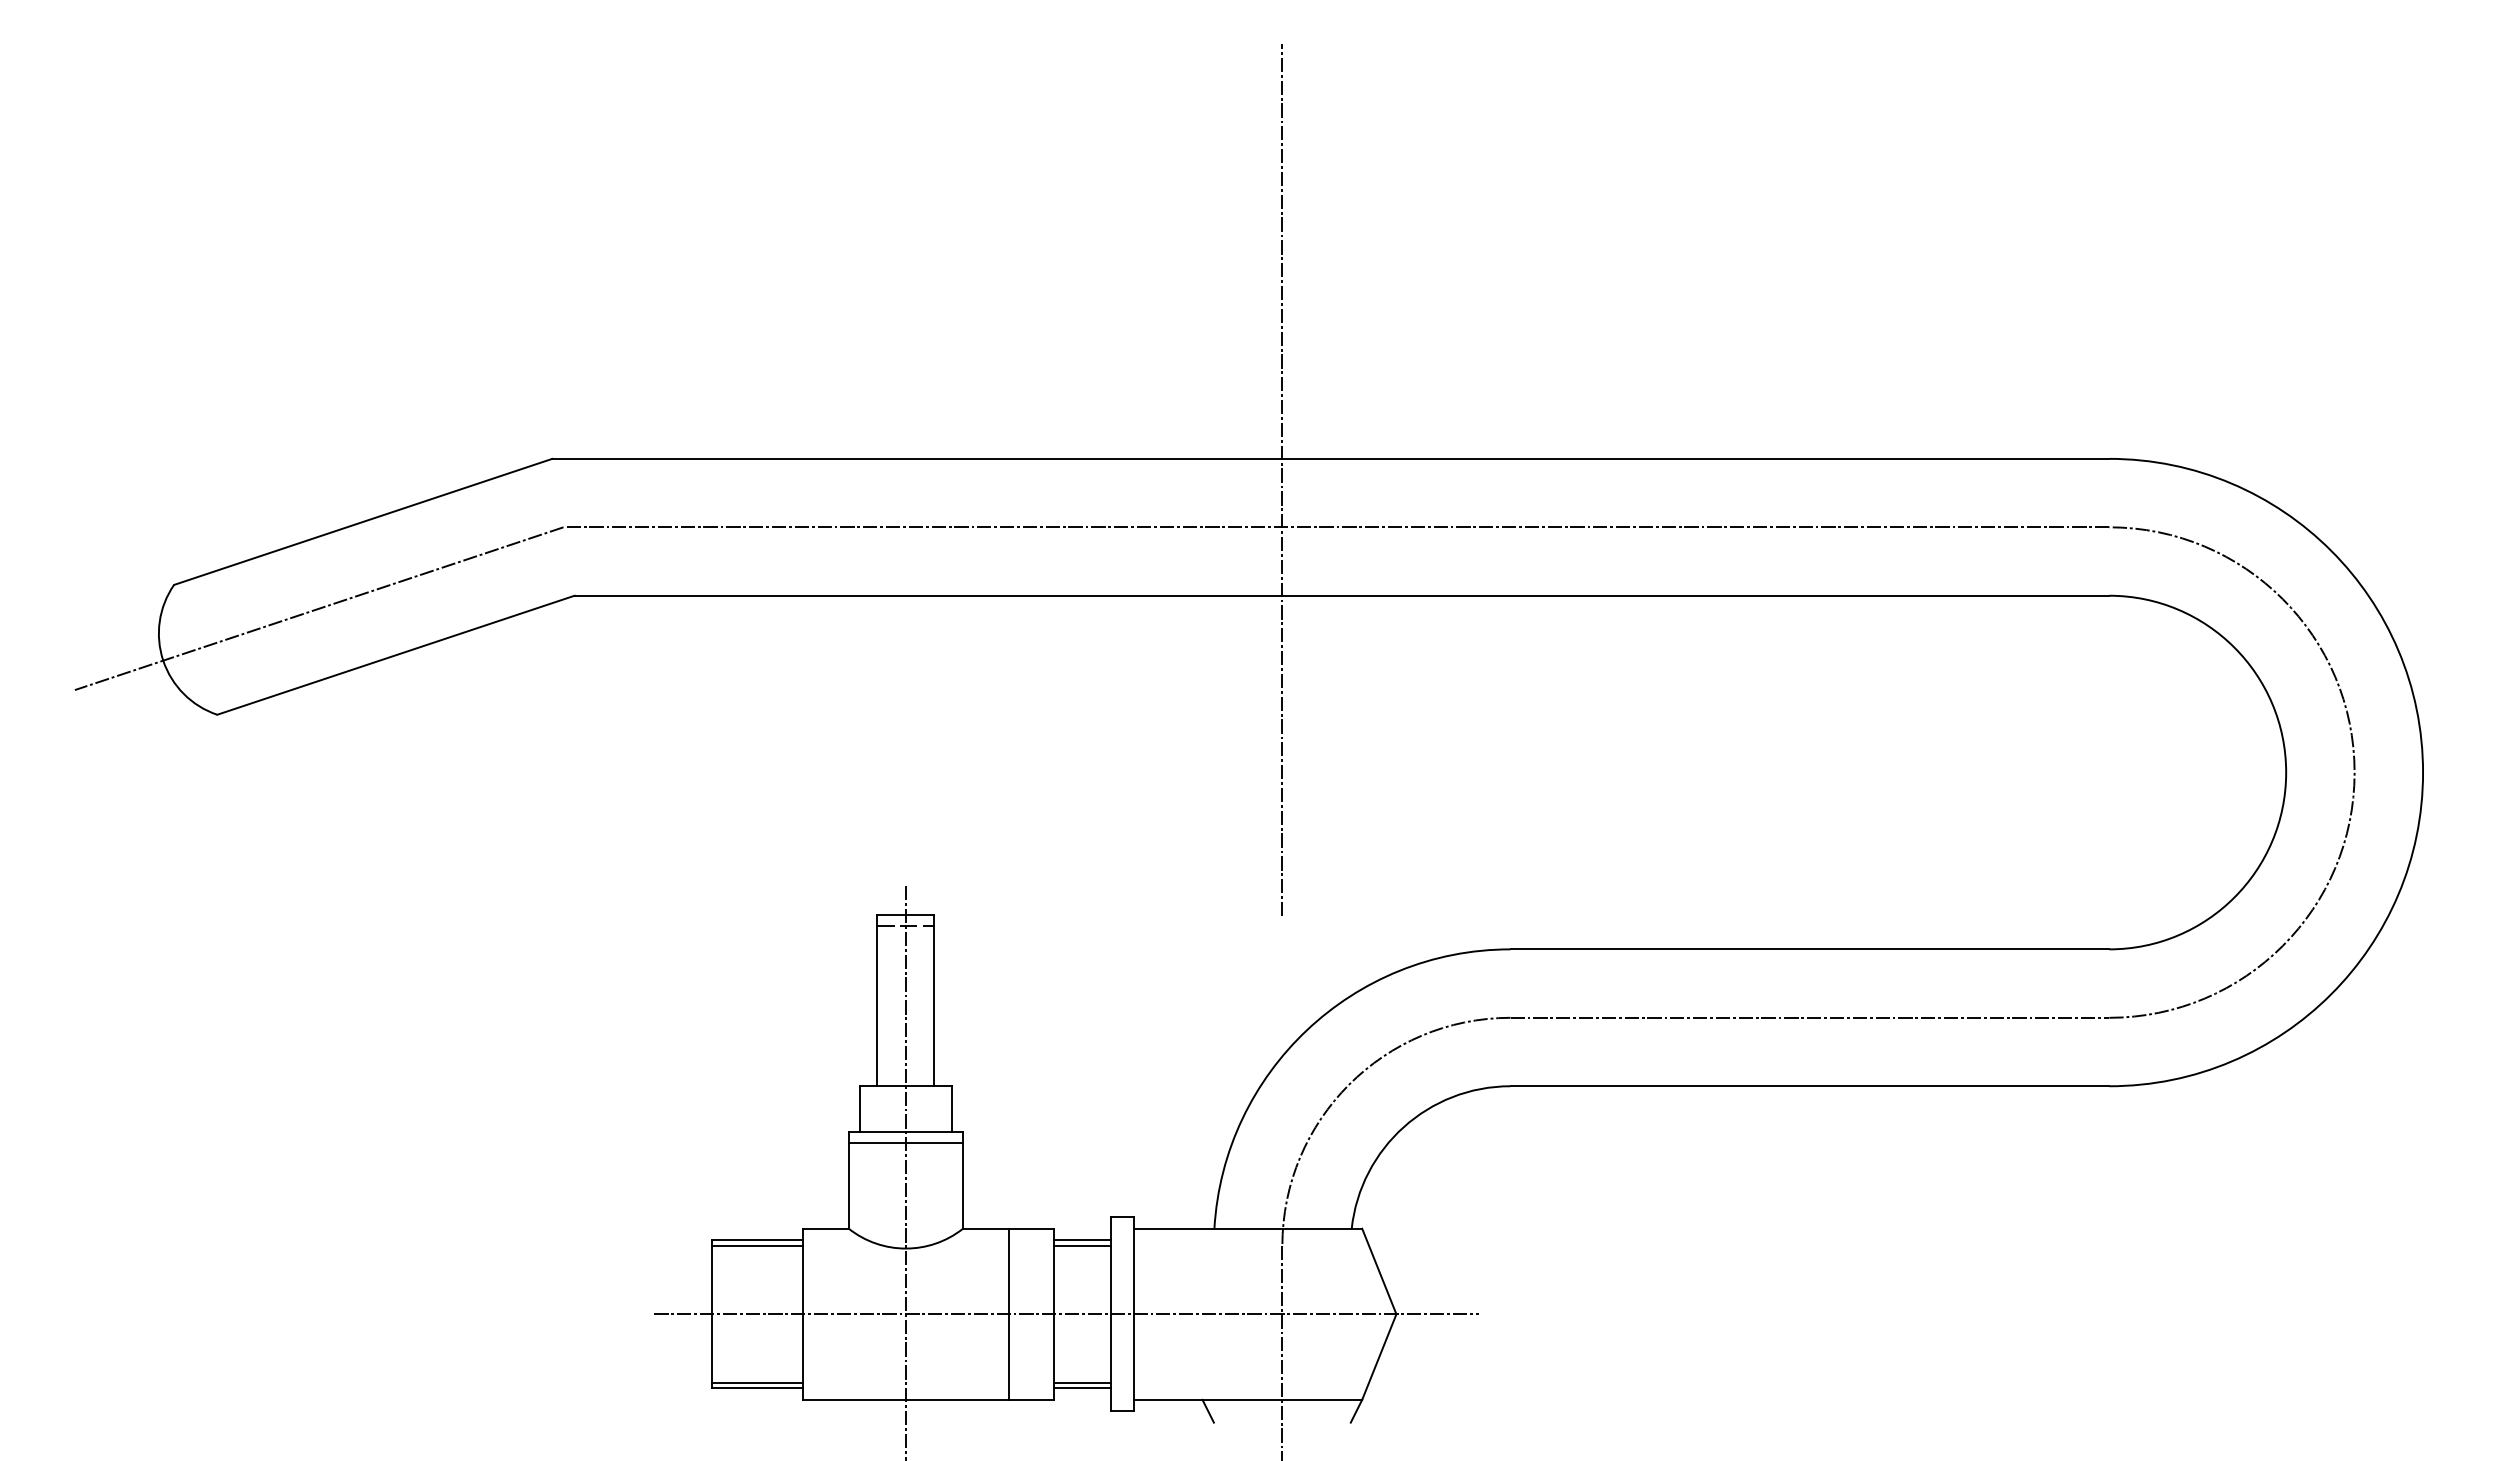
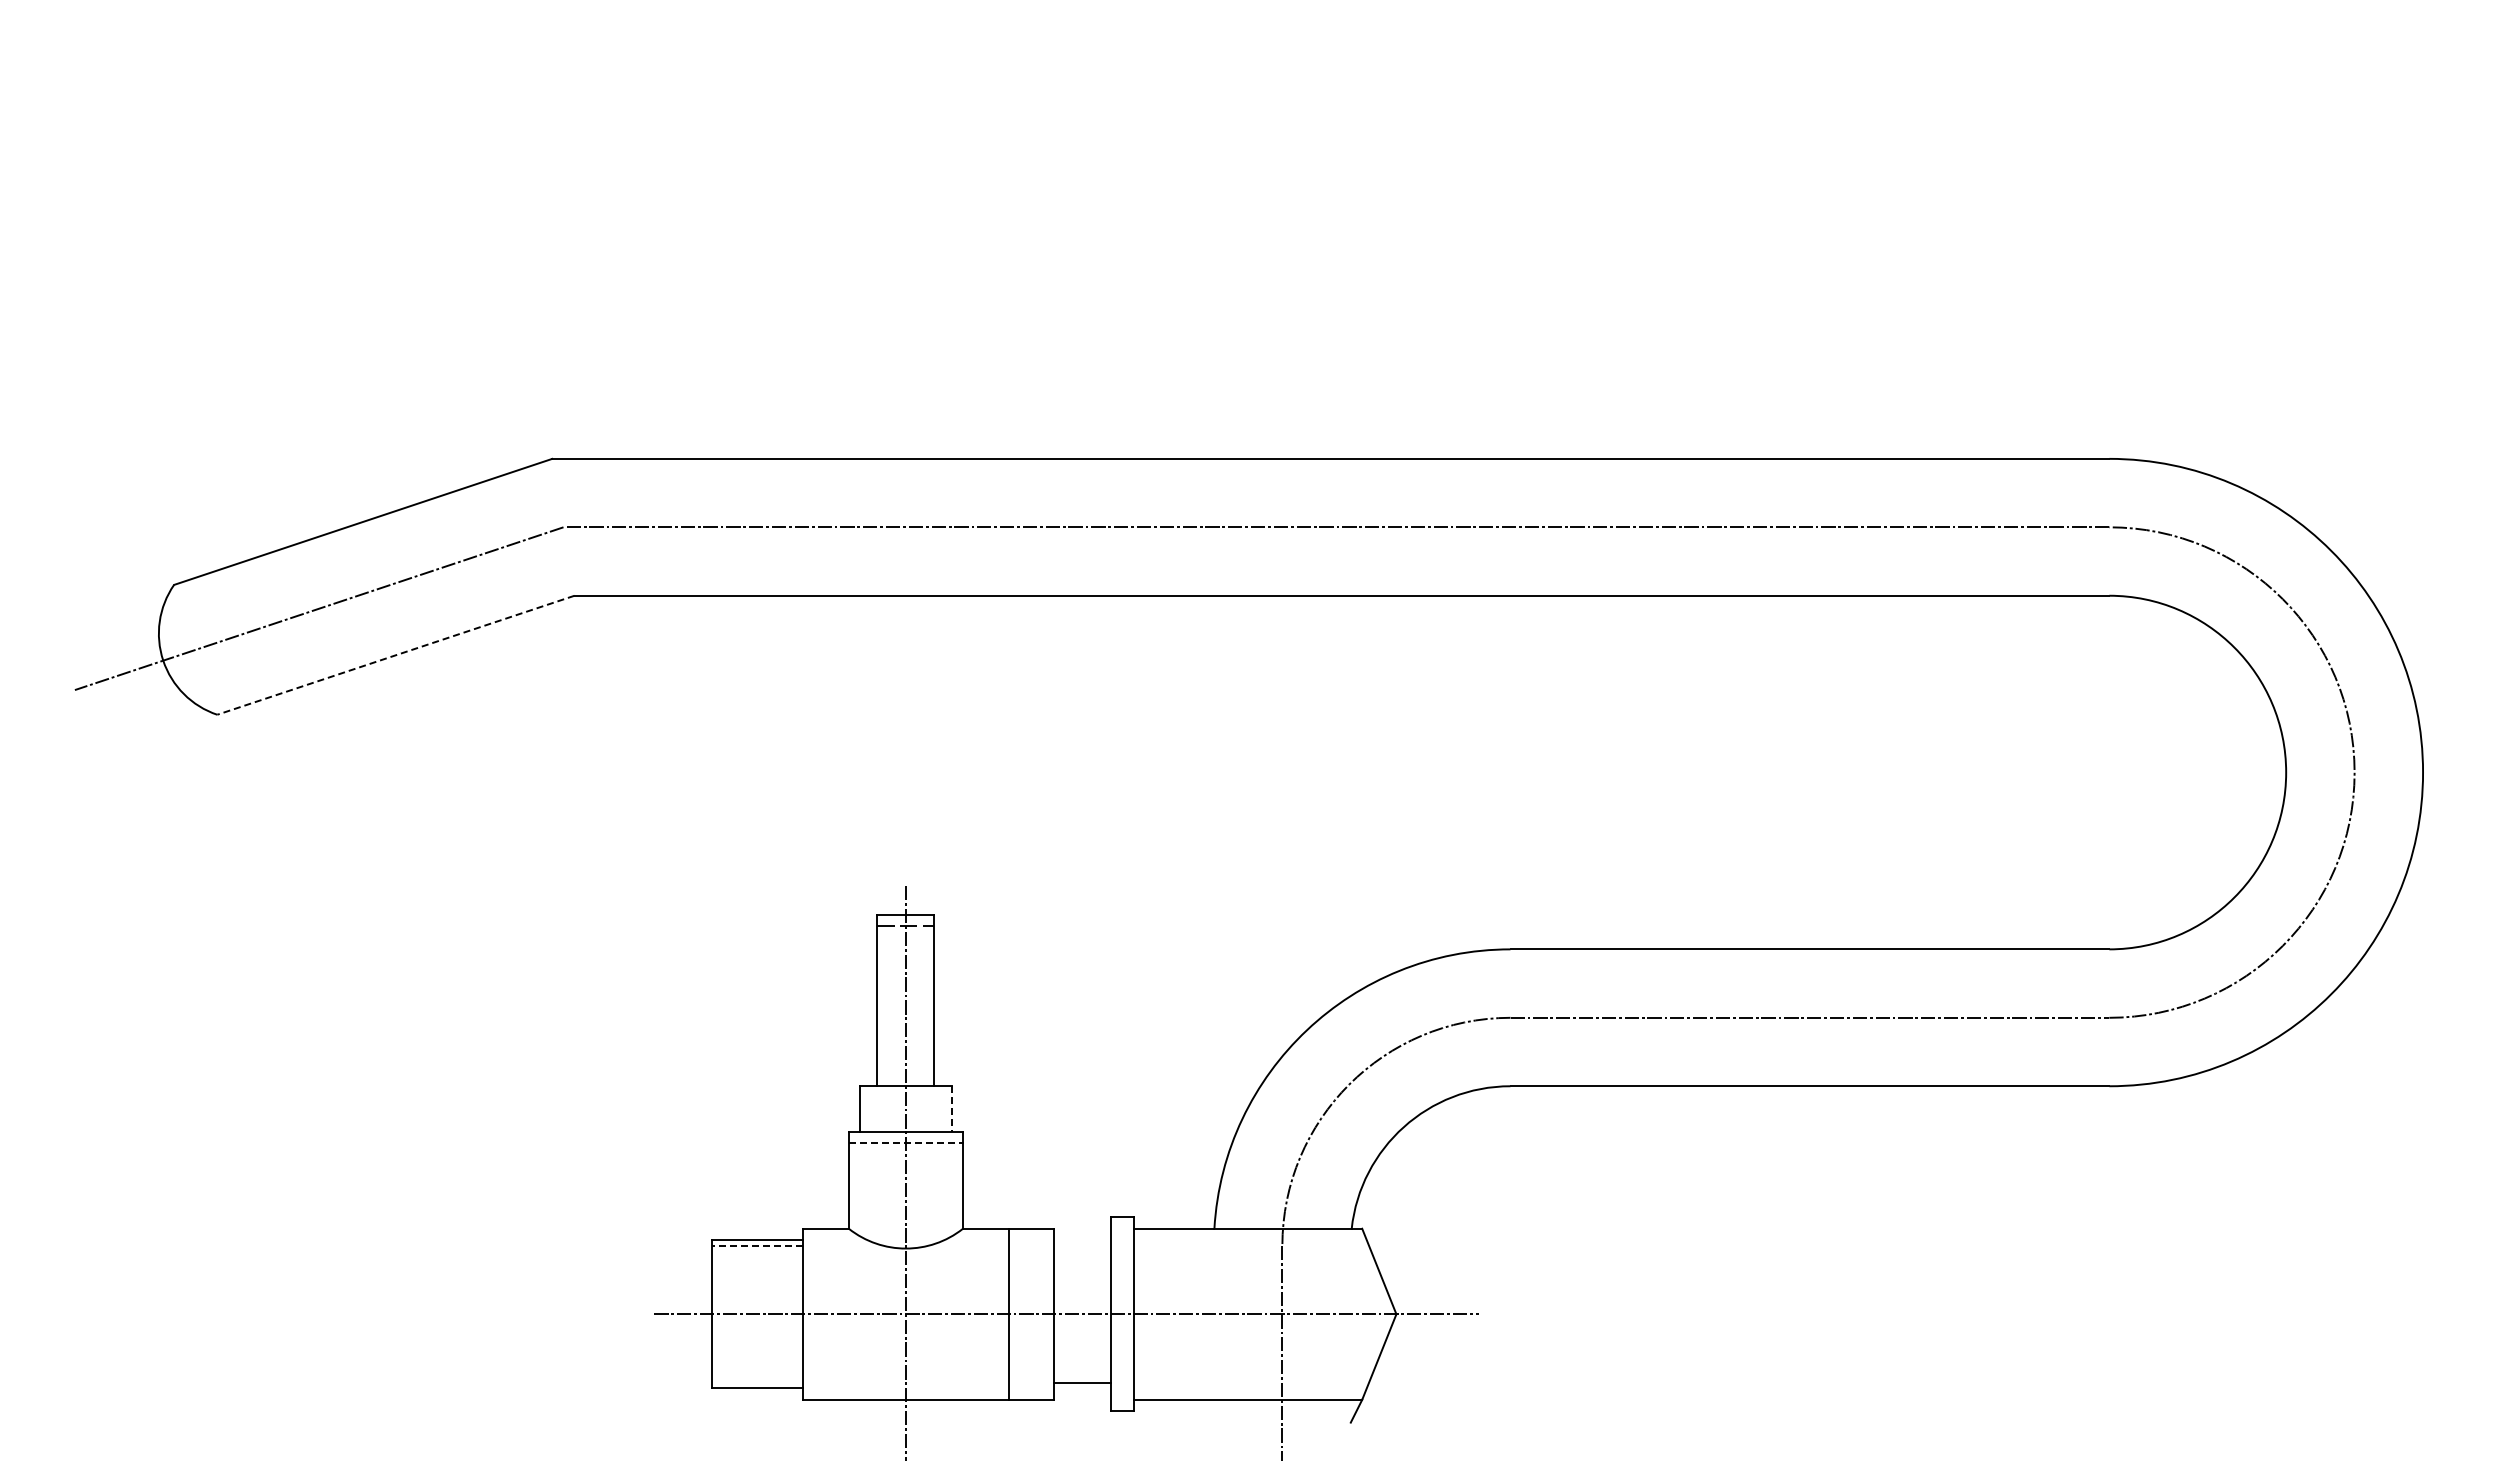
line at (1282, 480): present -> none
line at (395, 655): solid -> dashed
line at (951, 1108): solid -> dashed
line at (906, 1143): solid -> dashed
line at (1082, 1240): present -> none
line at (757, 1245): solid -> dashed
line at (1082, 1245): present -> none
line at (757, 1382): present -> none
line at (1082, 1388): present -> none
line at (1207, 1410): present -> none
